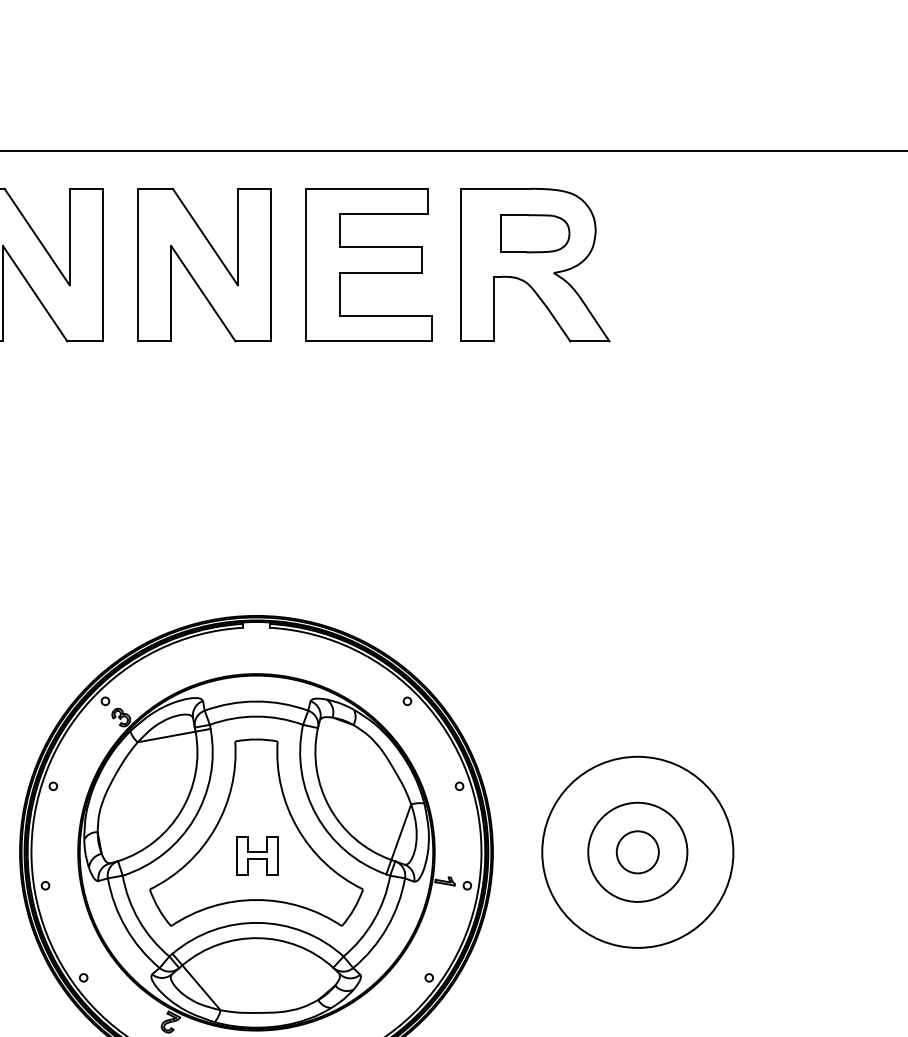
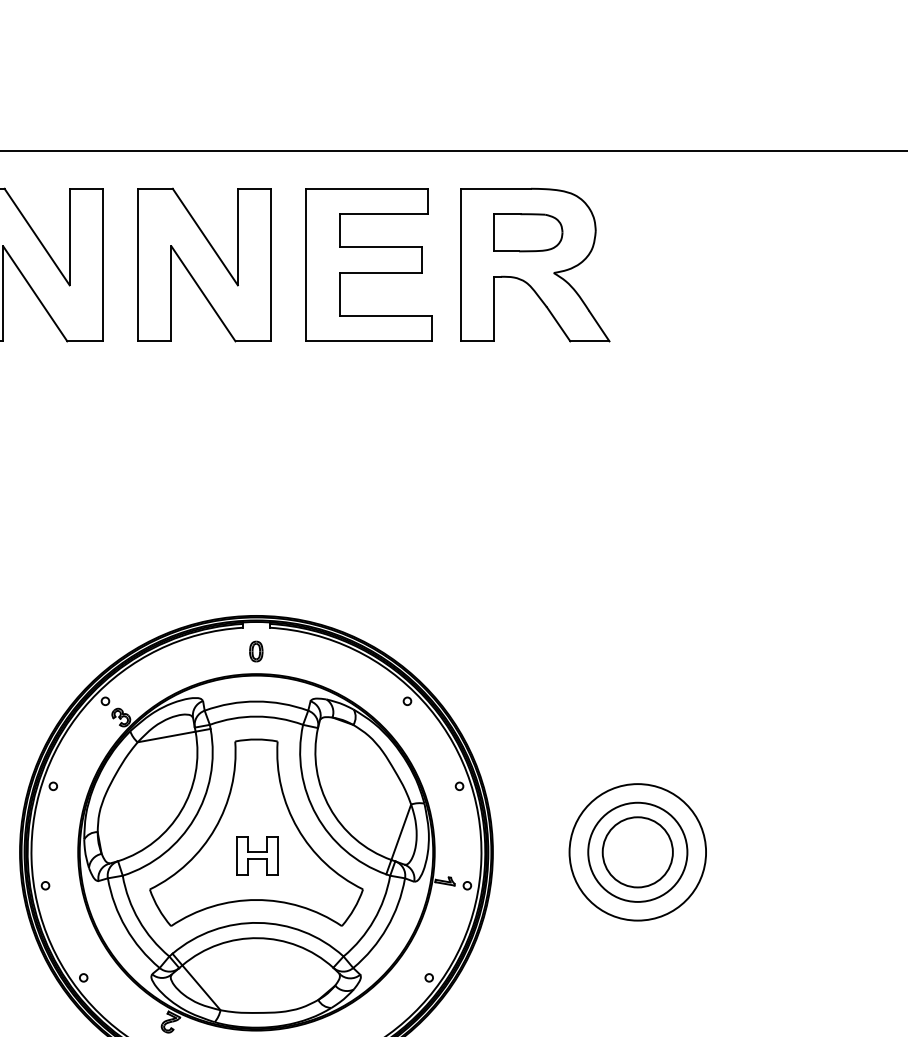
part at (535, 233) position: (535, 233) -> (528, 232)
part at (256, 651): none -> present
circle at (637, 851) diameter: 191 px -> 137 px
circle at (637, 852) diameter: 42 px -> 70 px
